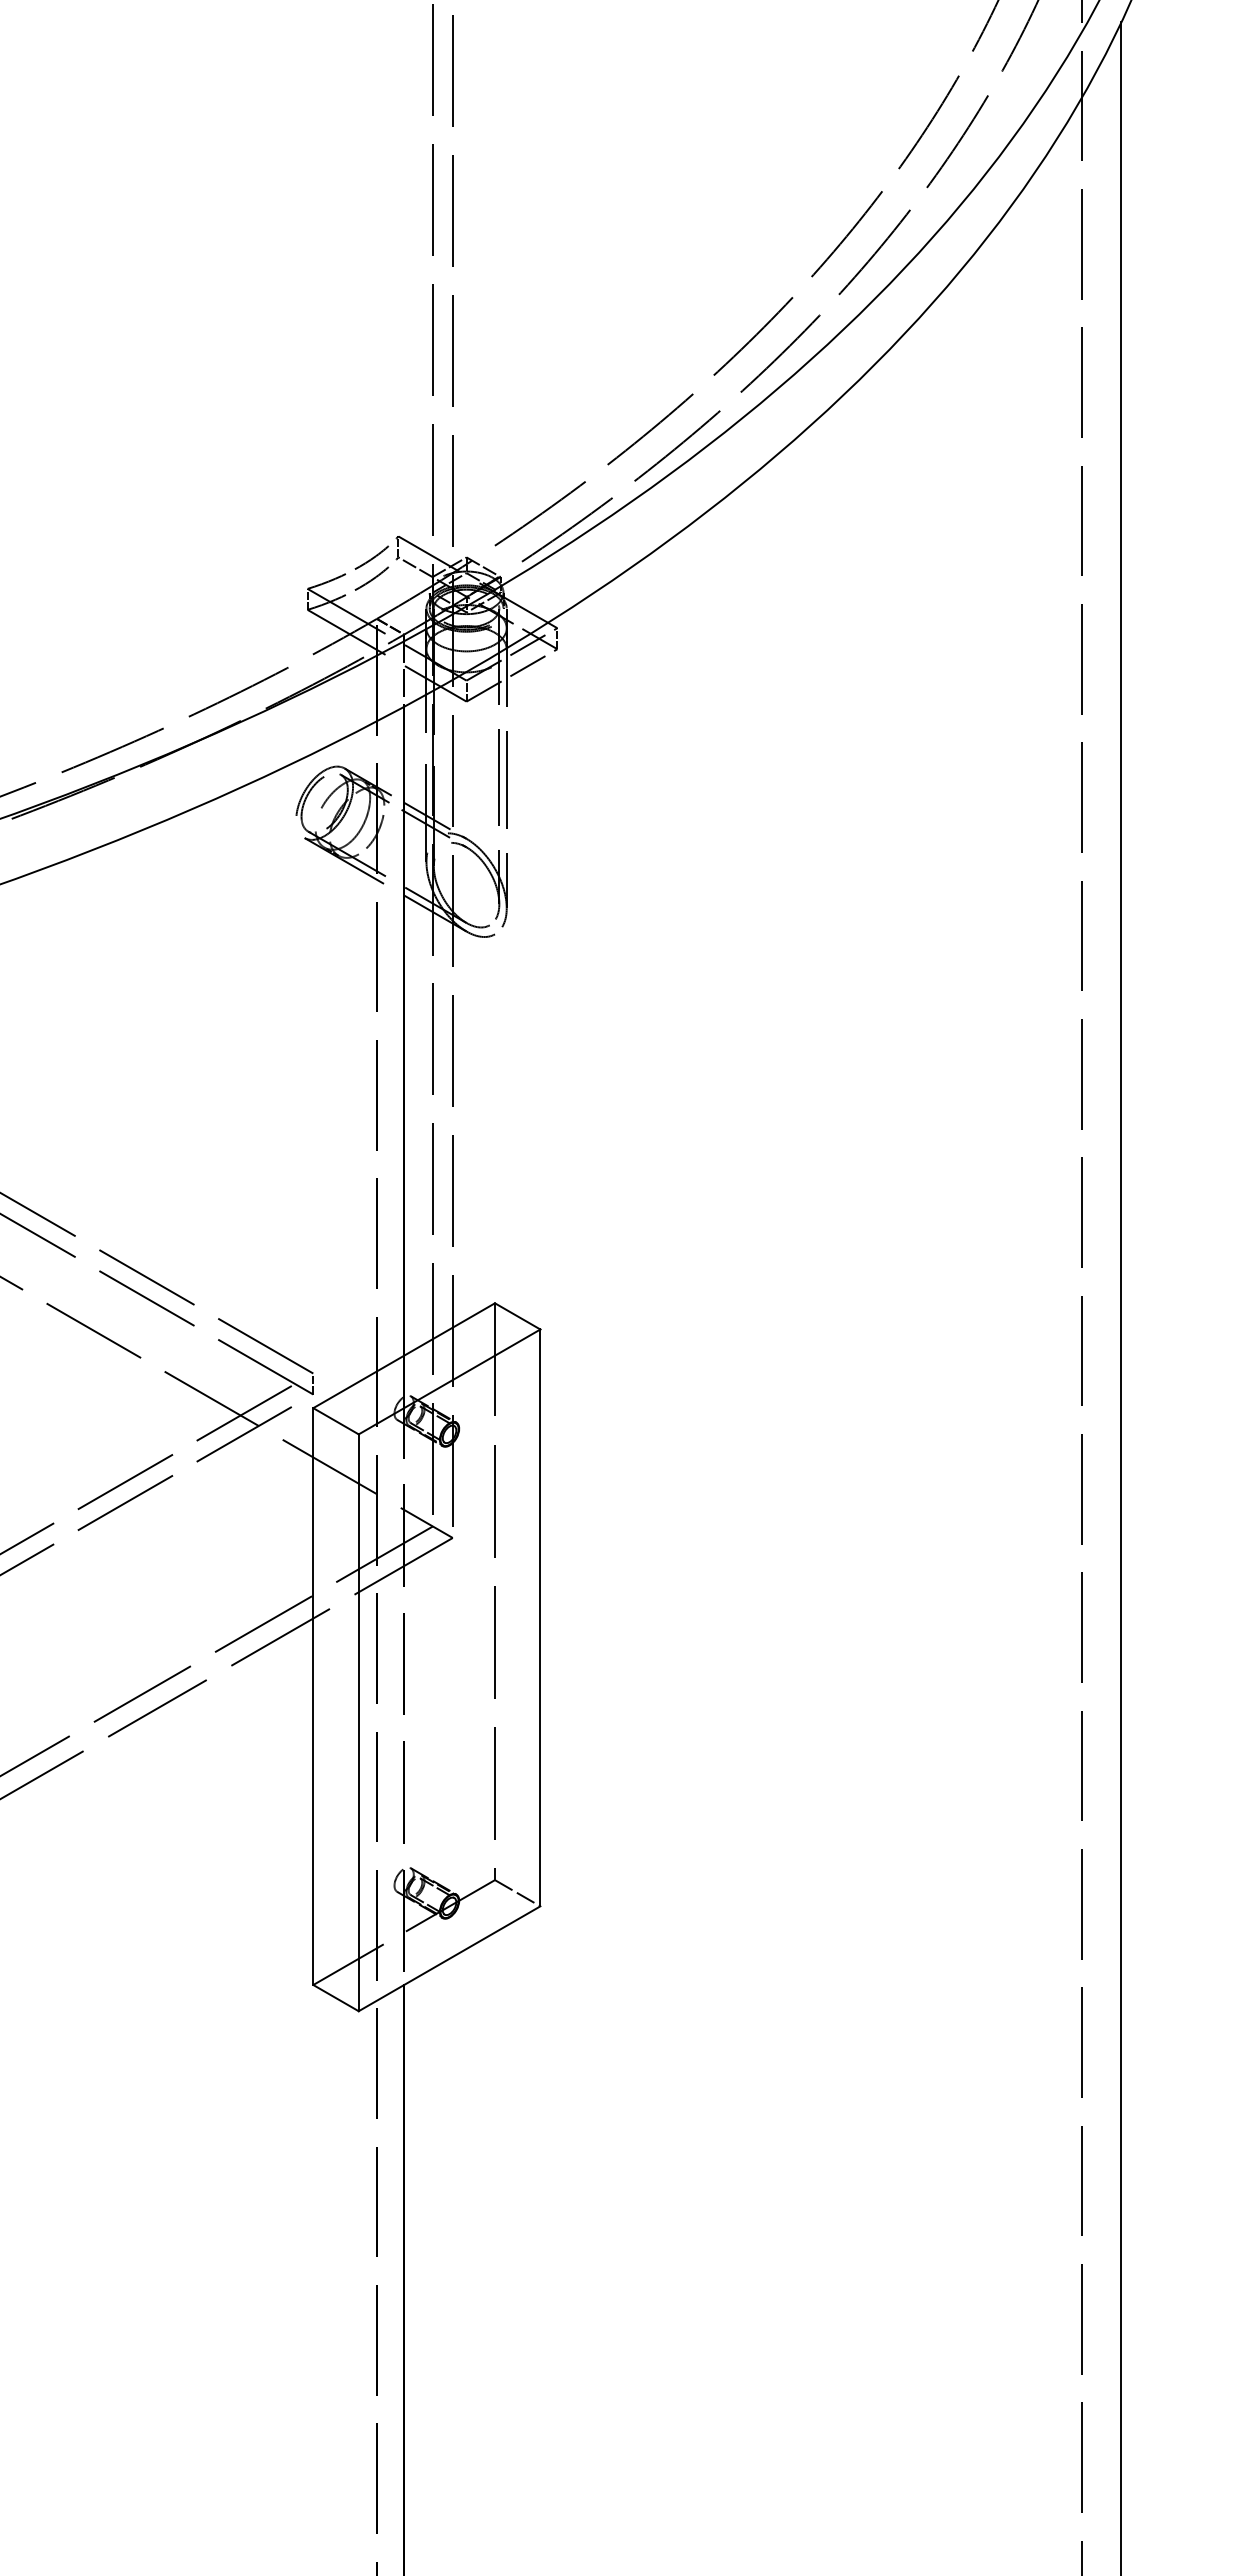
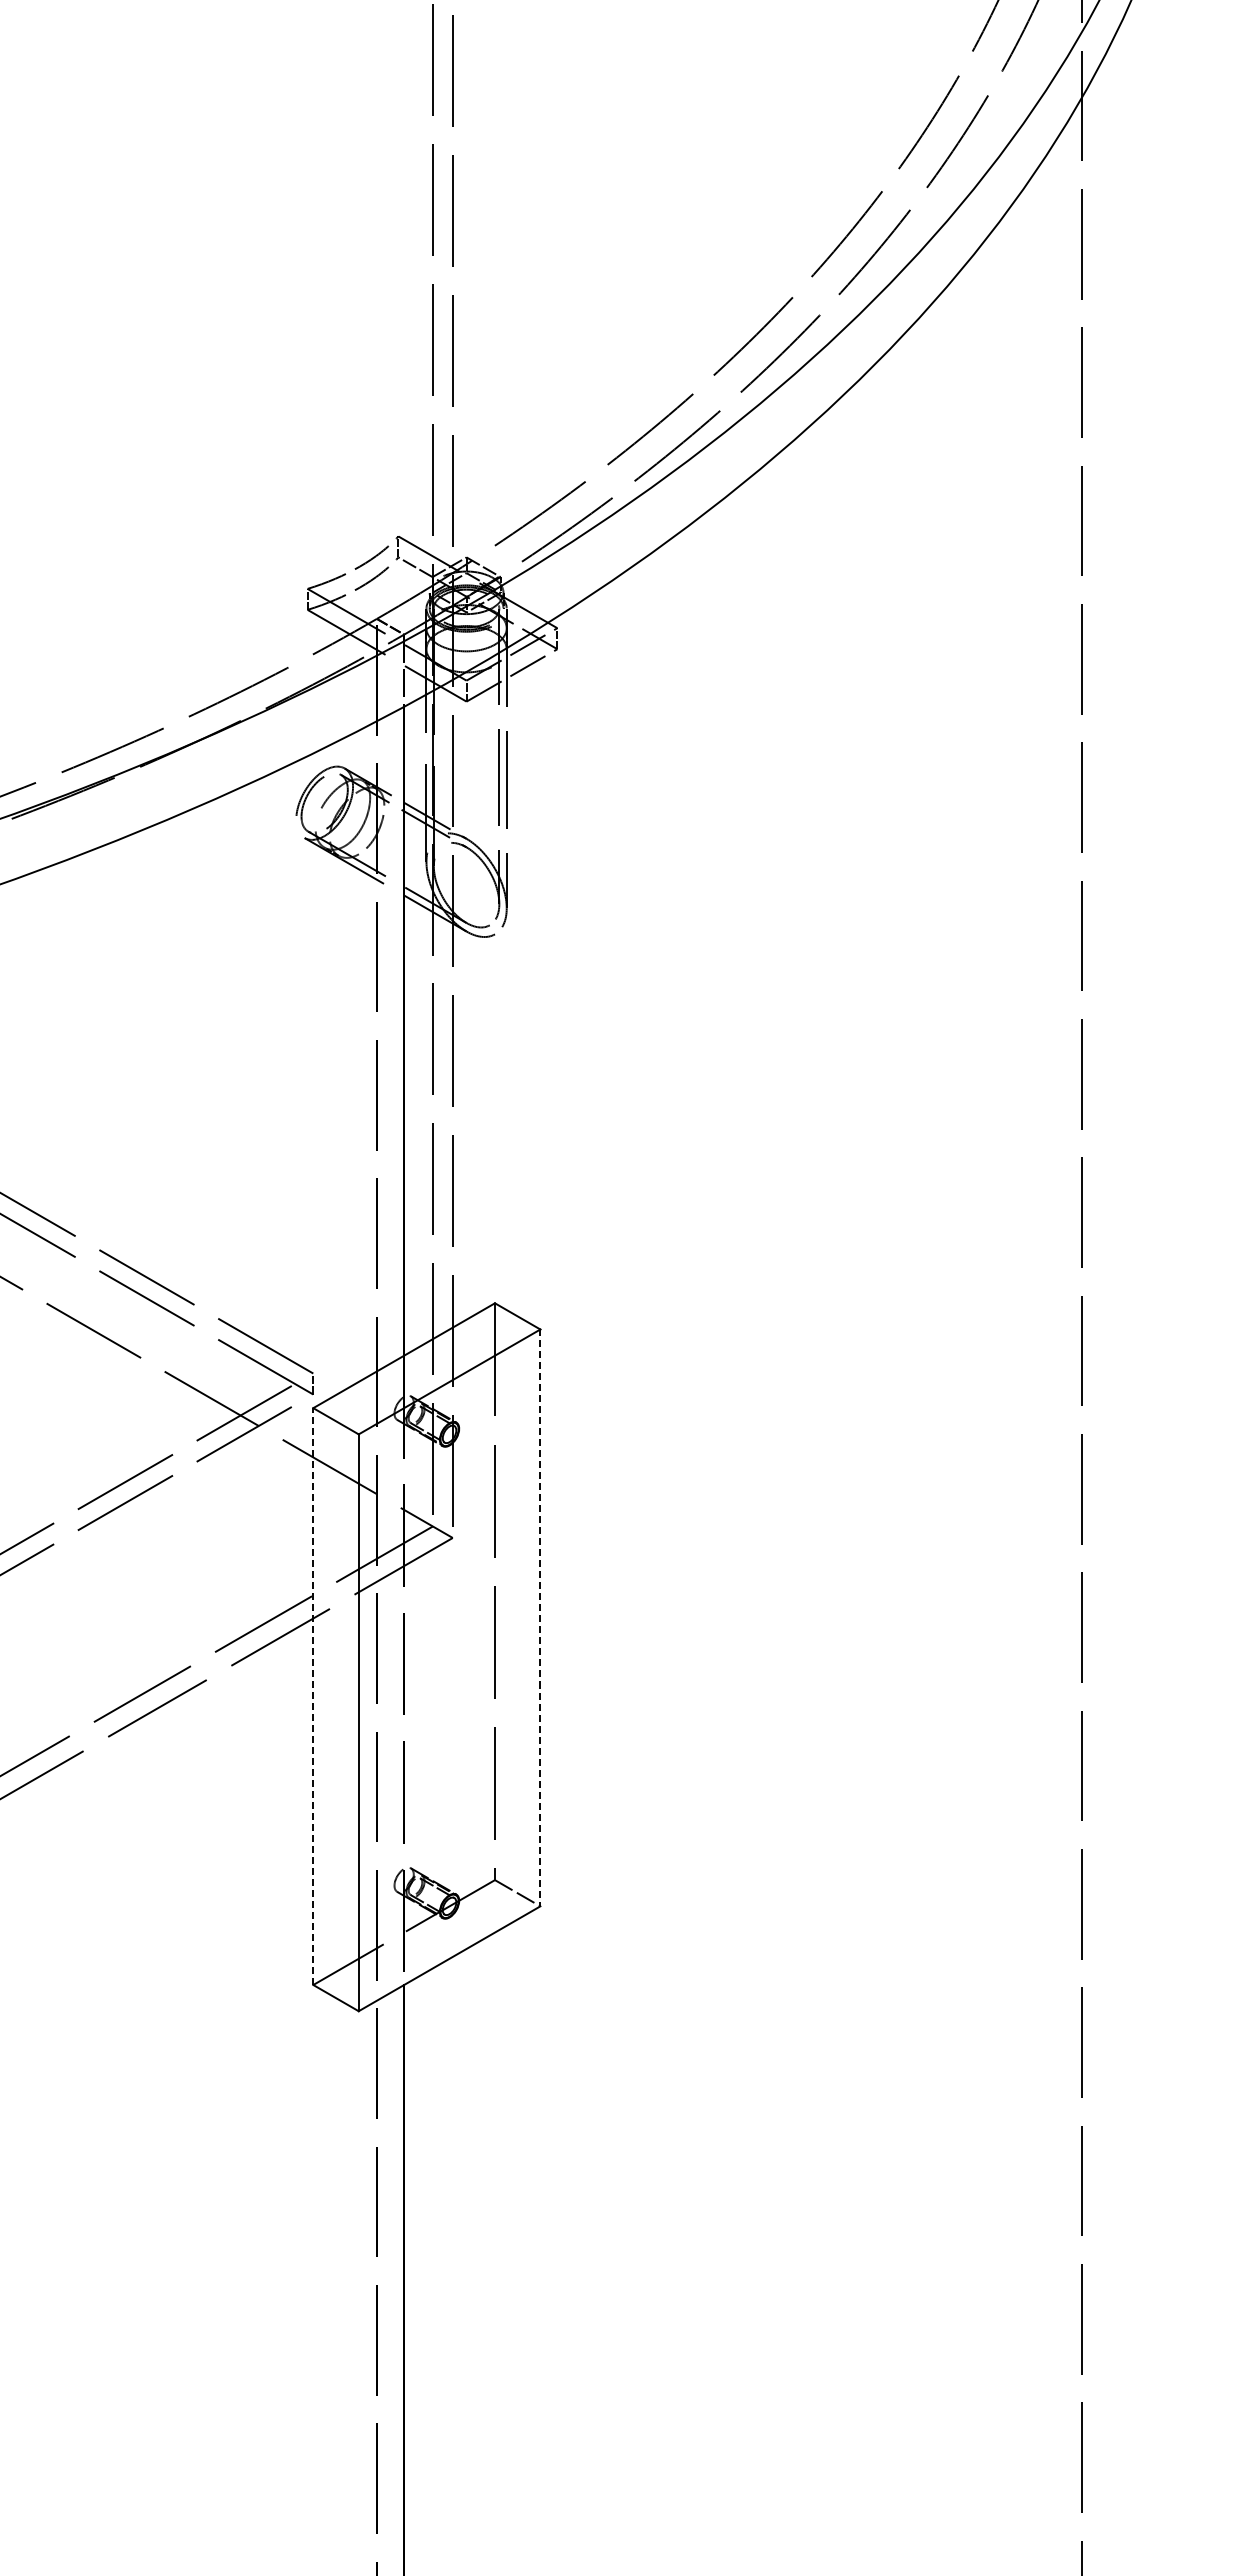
line at (1120, 1297): present -> none
line at (540, 1618): solid -> dashed
line at (313, 1696): solid -> dashed
